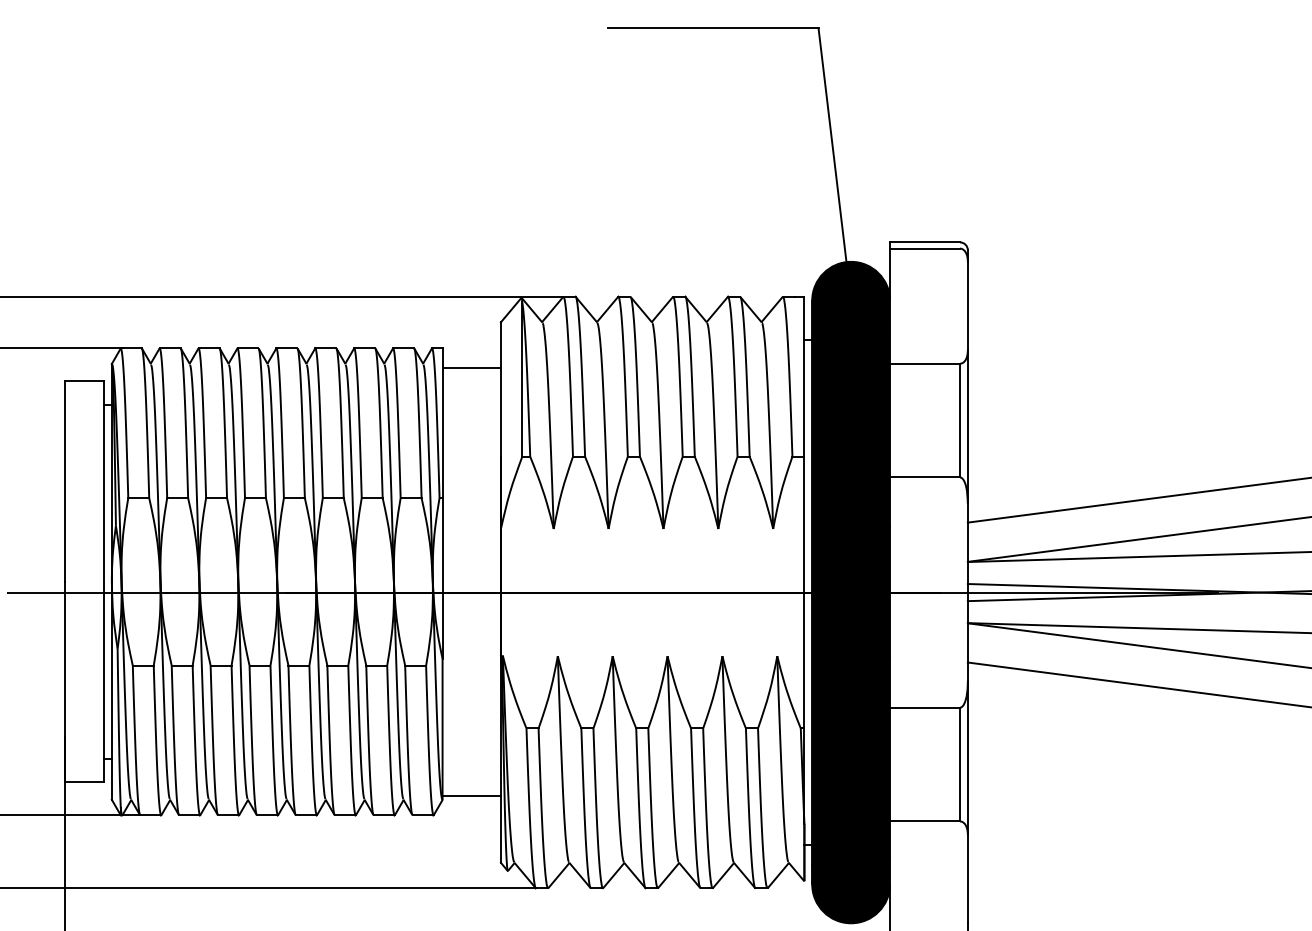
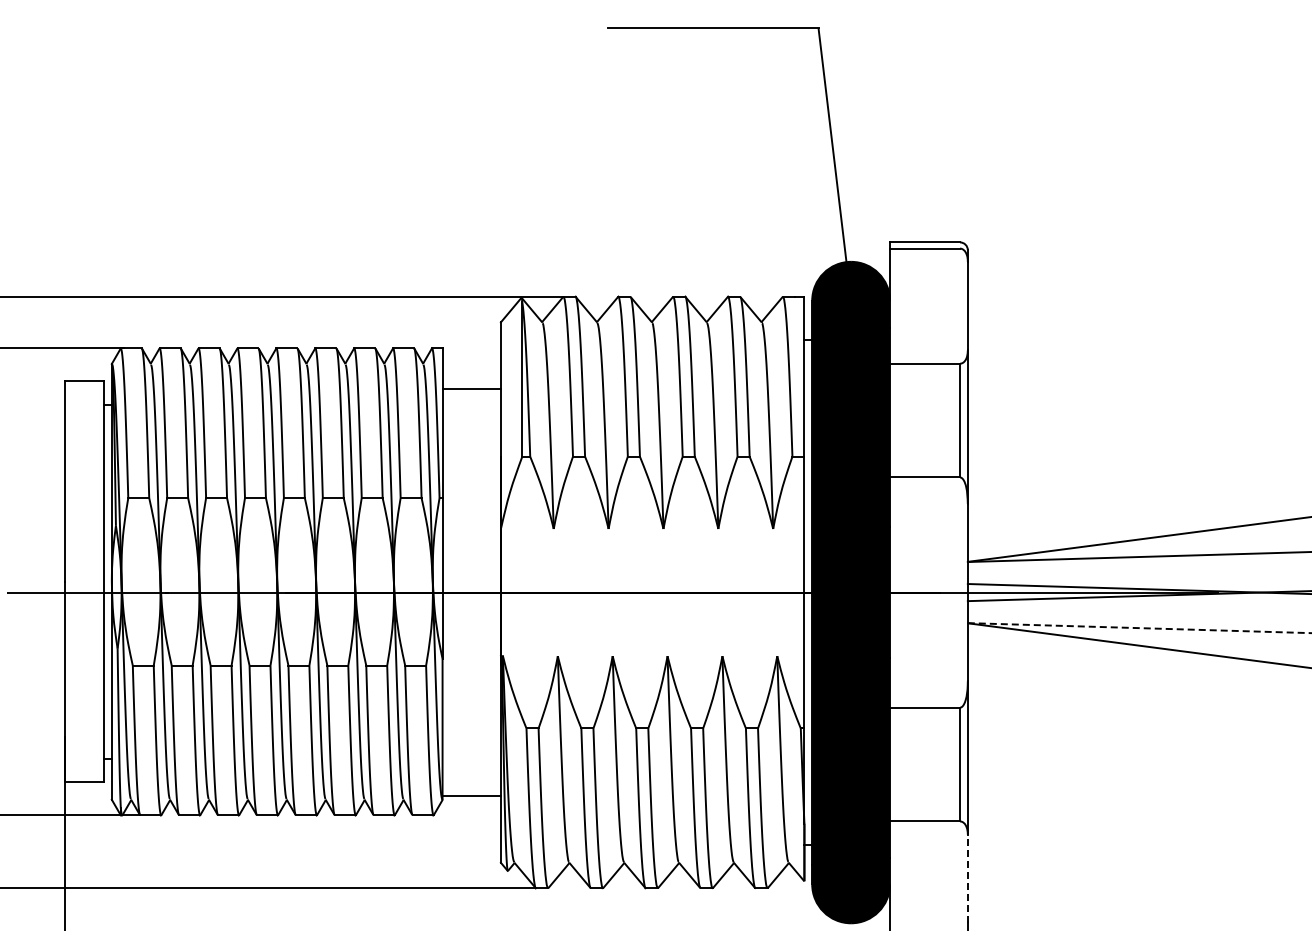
line at (471, 367) position: (471, 367) -> (471, 388)
line at (1137, 500): present -> none
line at (1139, 628): solid -> dashed
line at (1137, 684): present -> none
line at (967, 878): solid -> dashed
